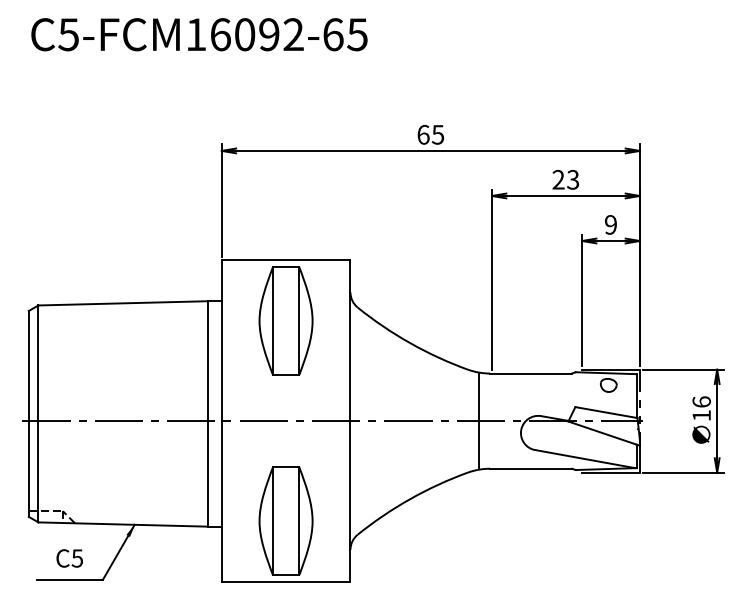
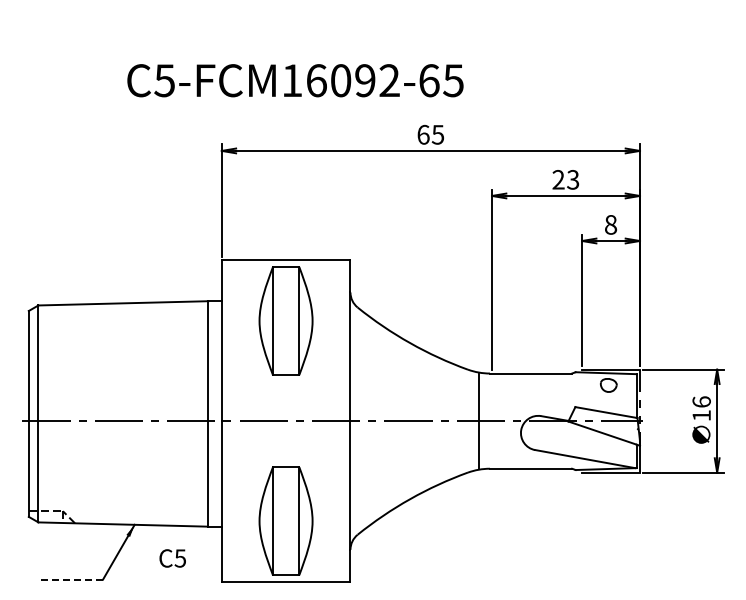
text at (199, 34) position: (199, 34) -> (295, 80)
text at (611, 224): 9 -> 8
text at (69, 558) position: (69, 558) -> (172, 558)
line at (69, 579): solid -> dashed
